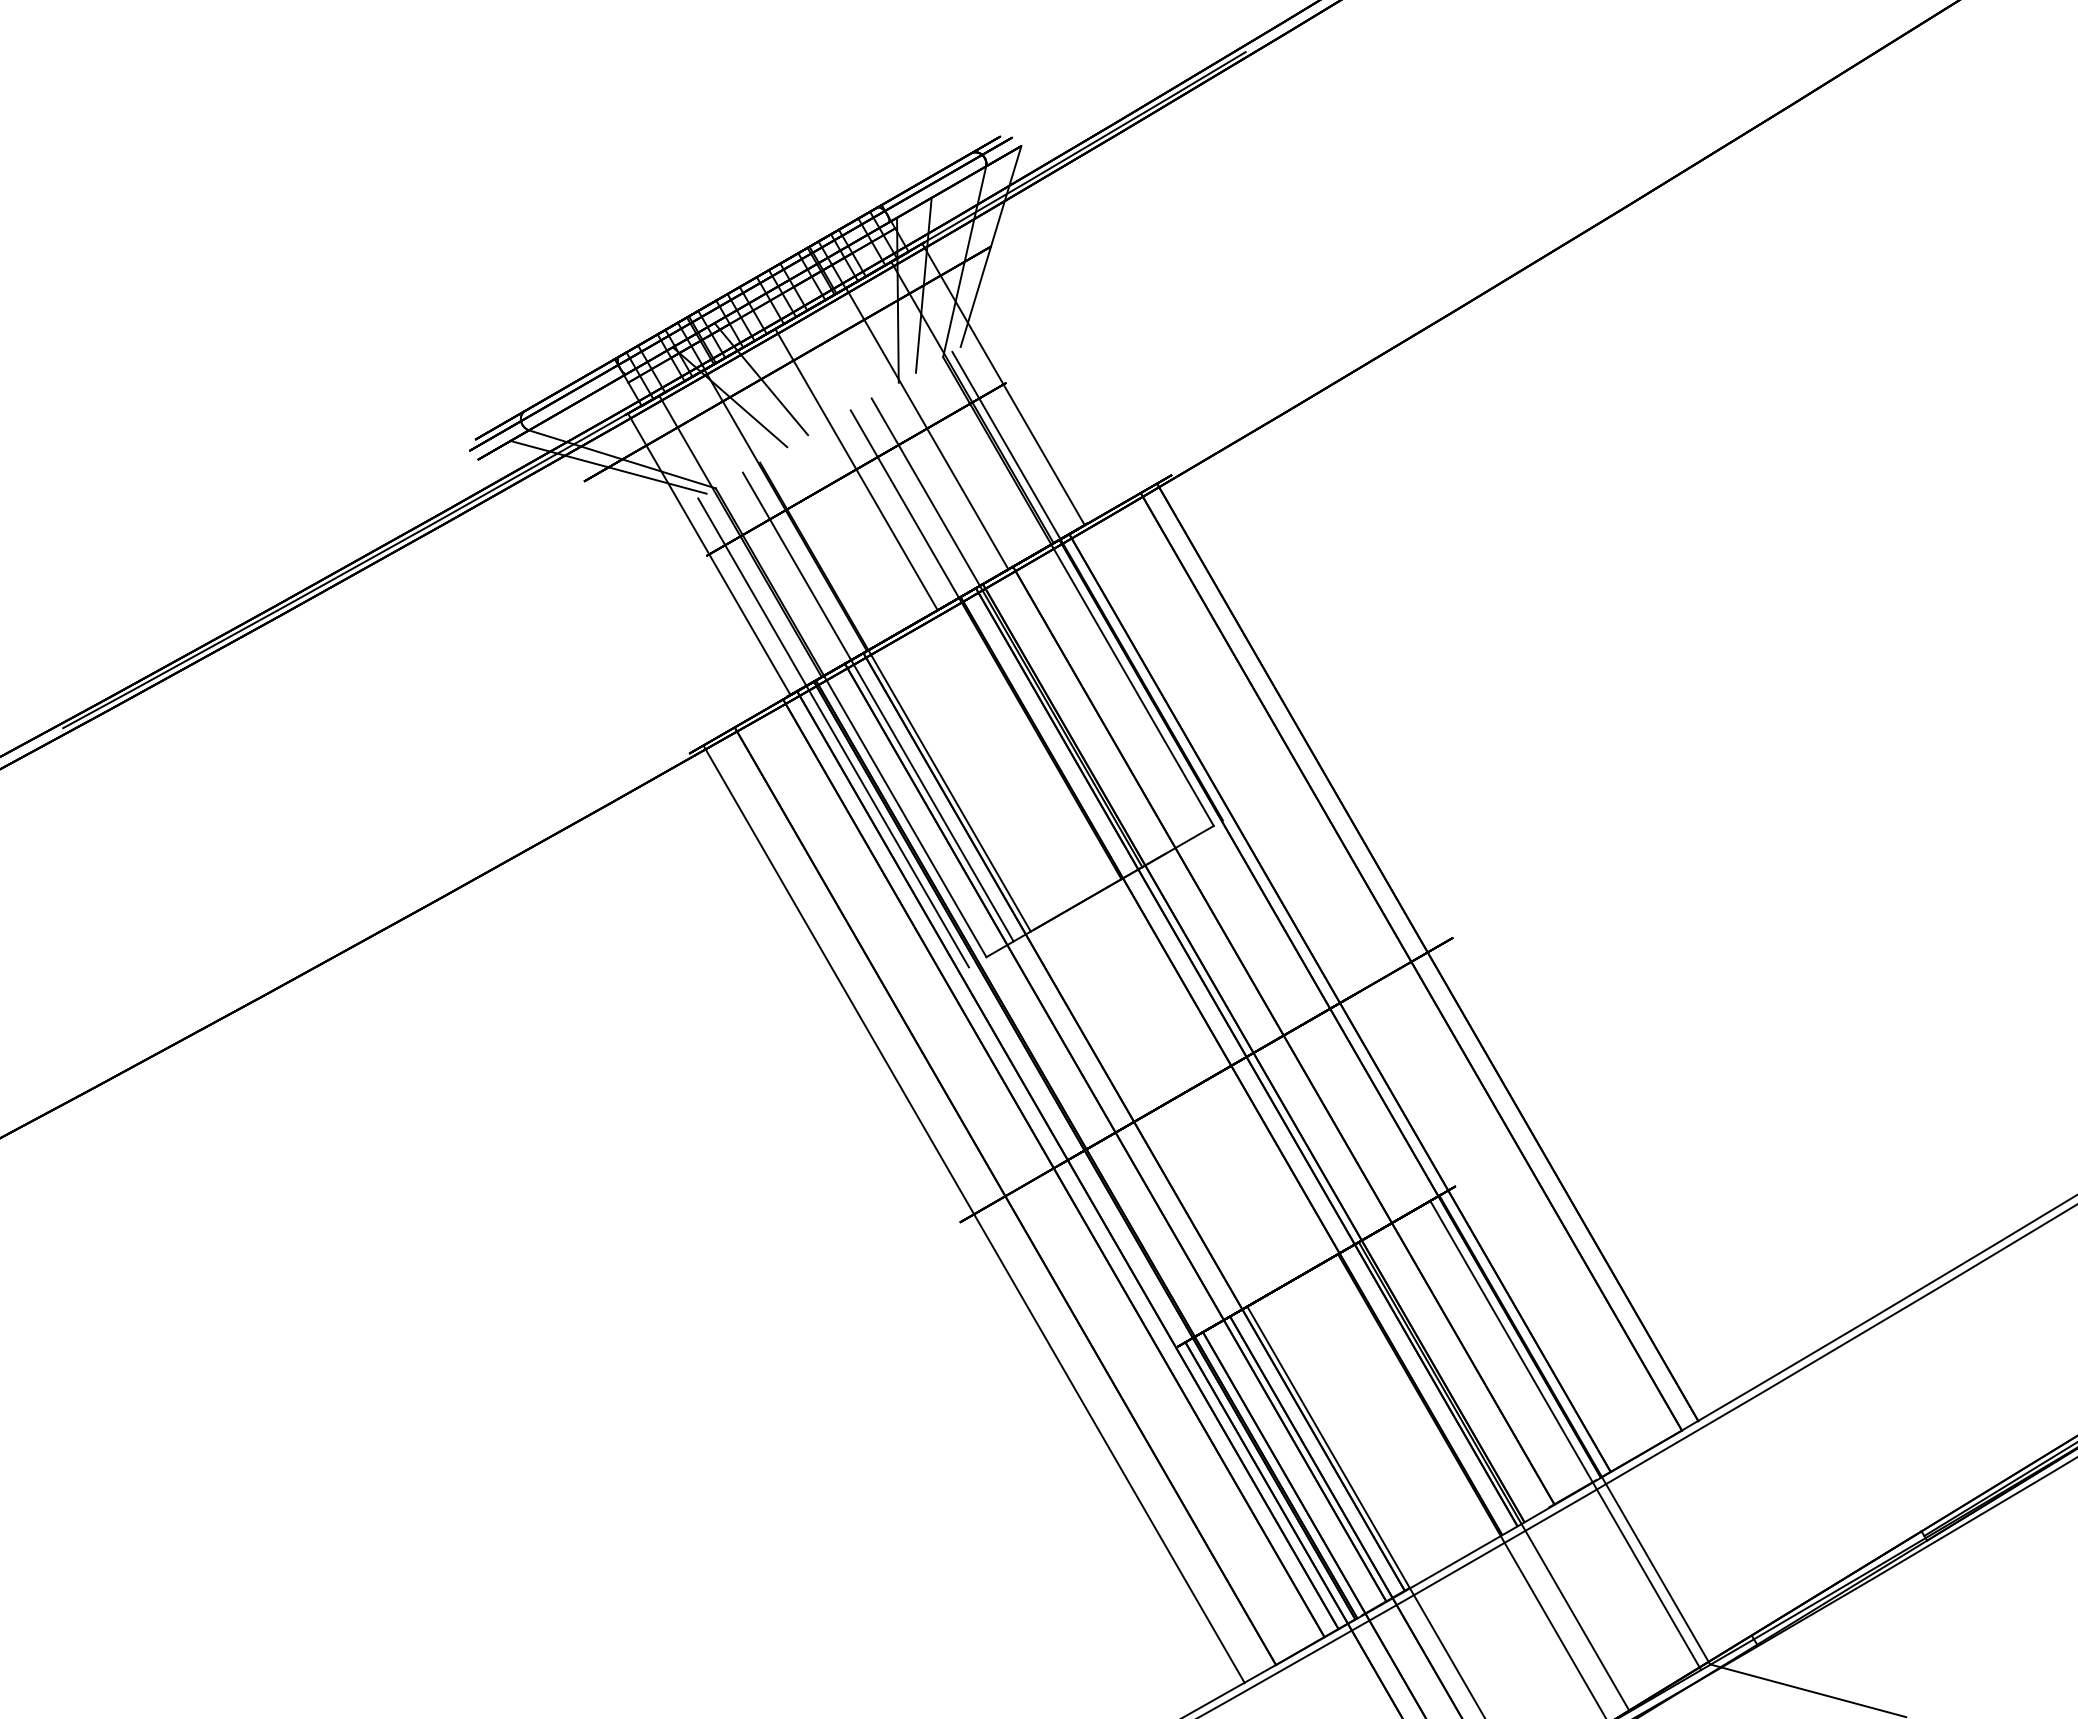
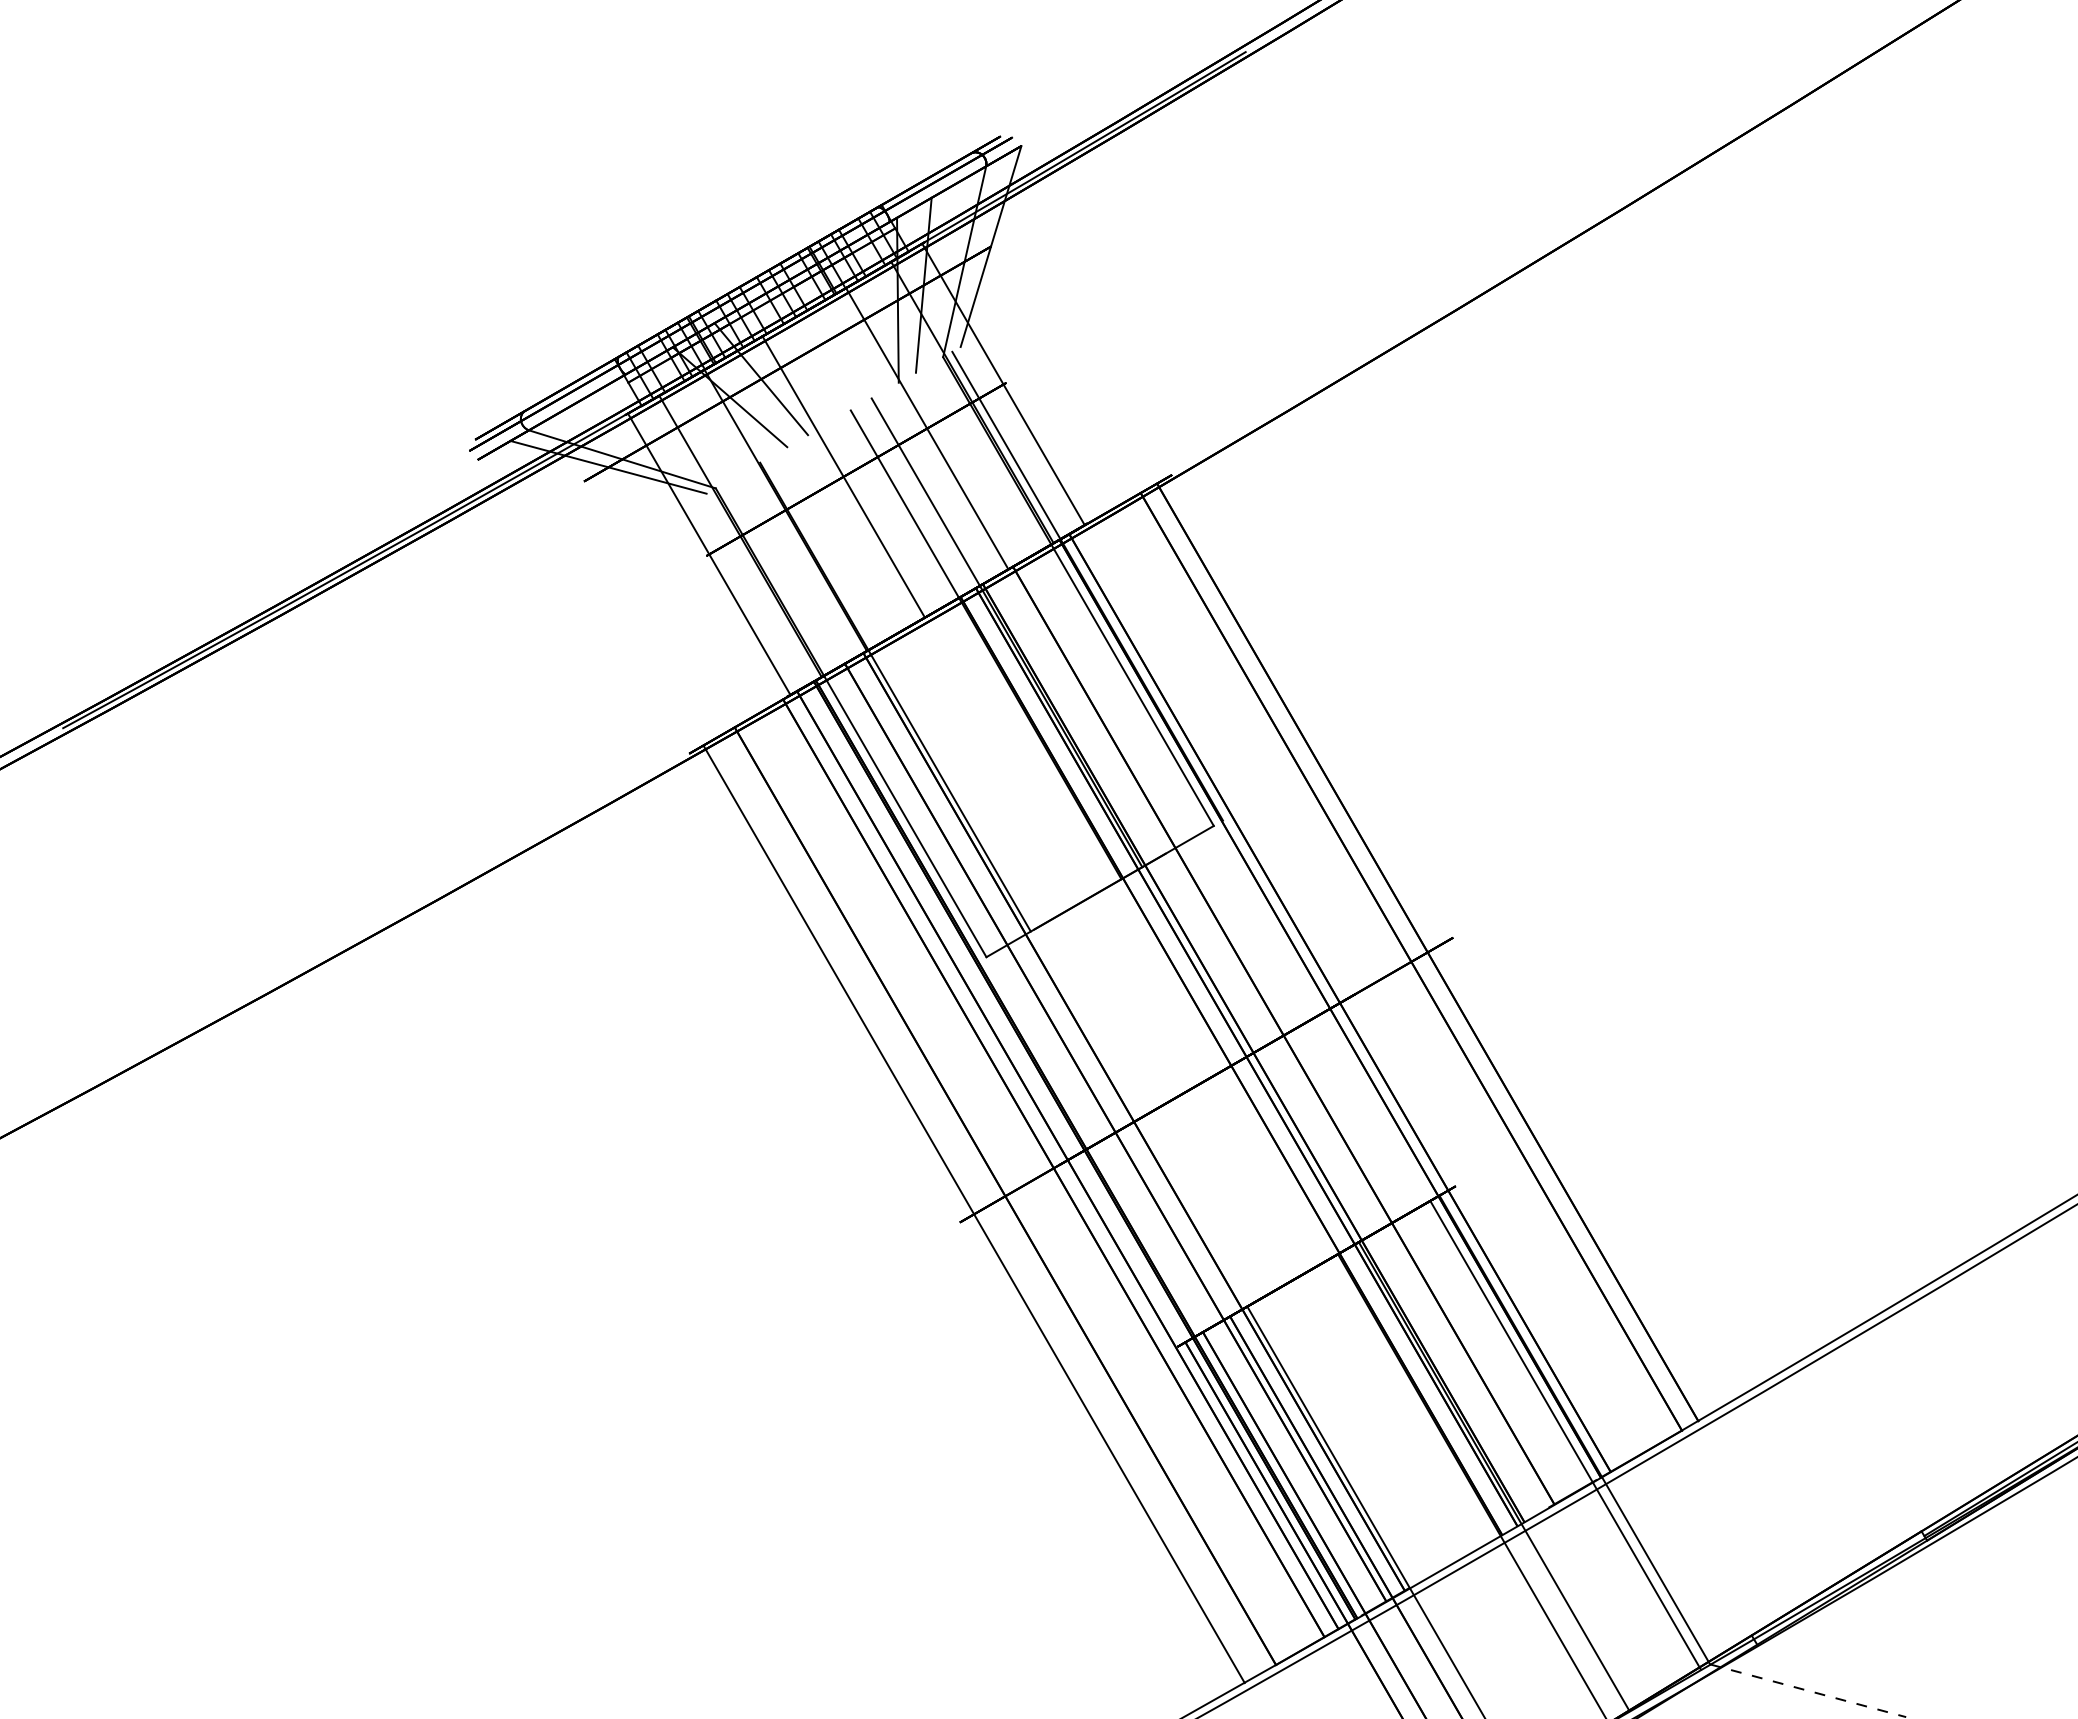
line at (856, 469) position: (856, 469) -> (843, 476)
line at (877, 706): present -> none
line at (833, 732): present -> none
line at (1808, 1690): solid -> dashed
